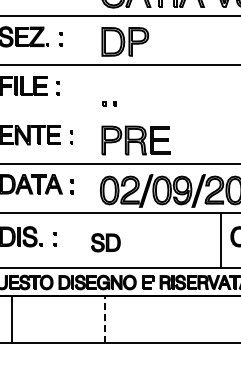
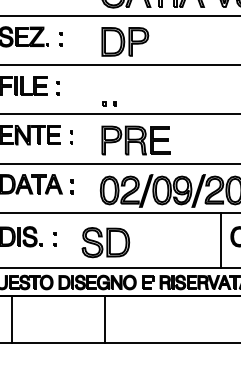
line at (119, 114): none -> present
part at (105, 242) size: 30x20 px -> 50x32 px
line at (104, 318): dashed -> solid
